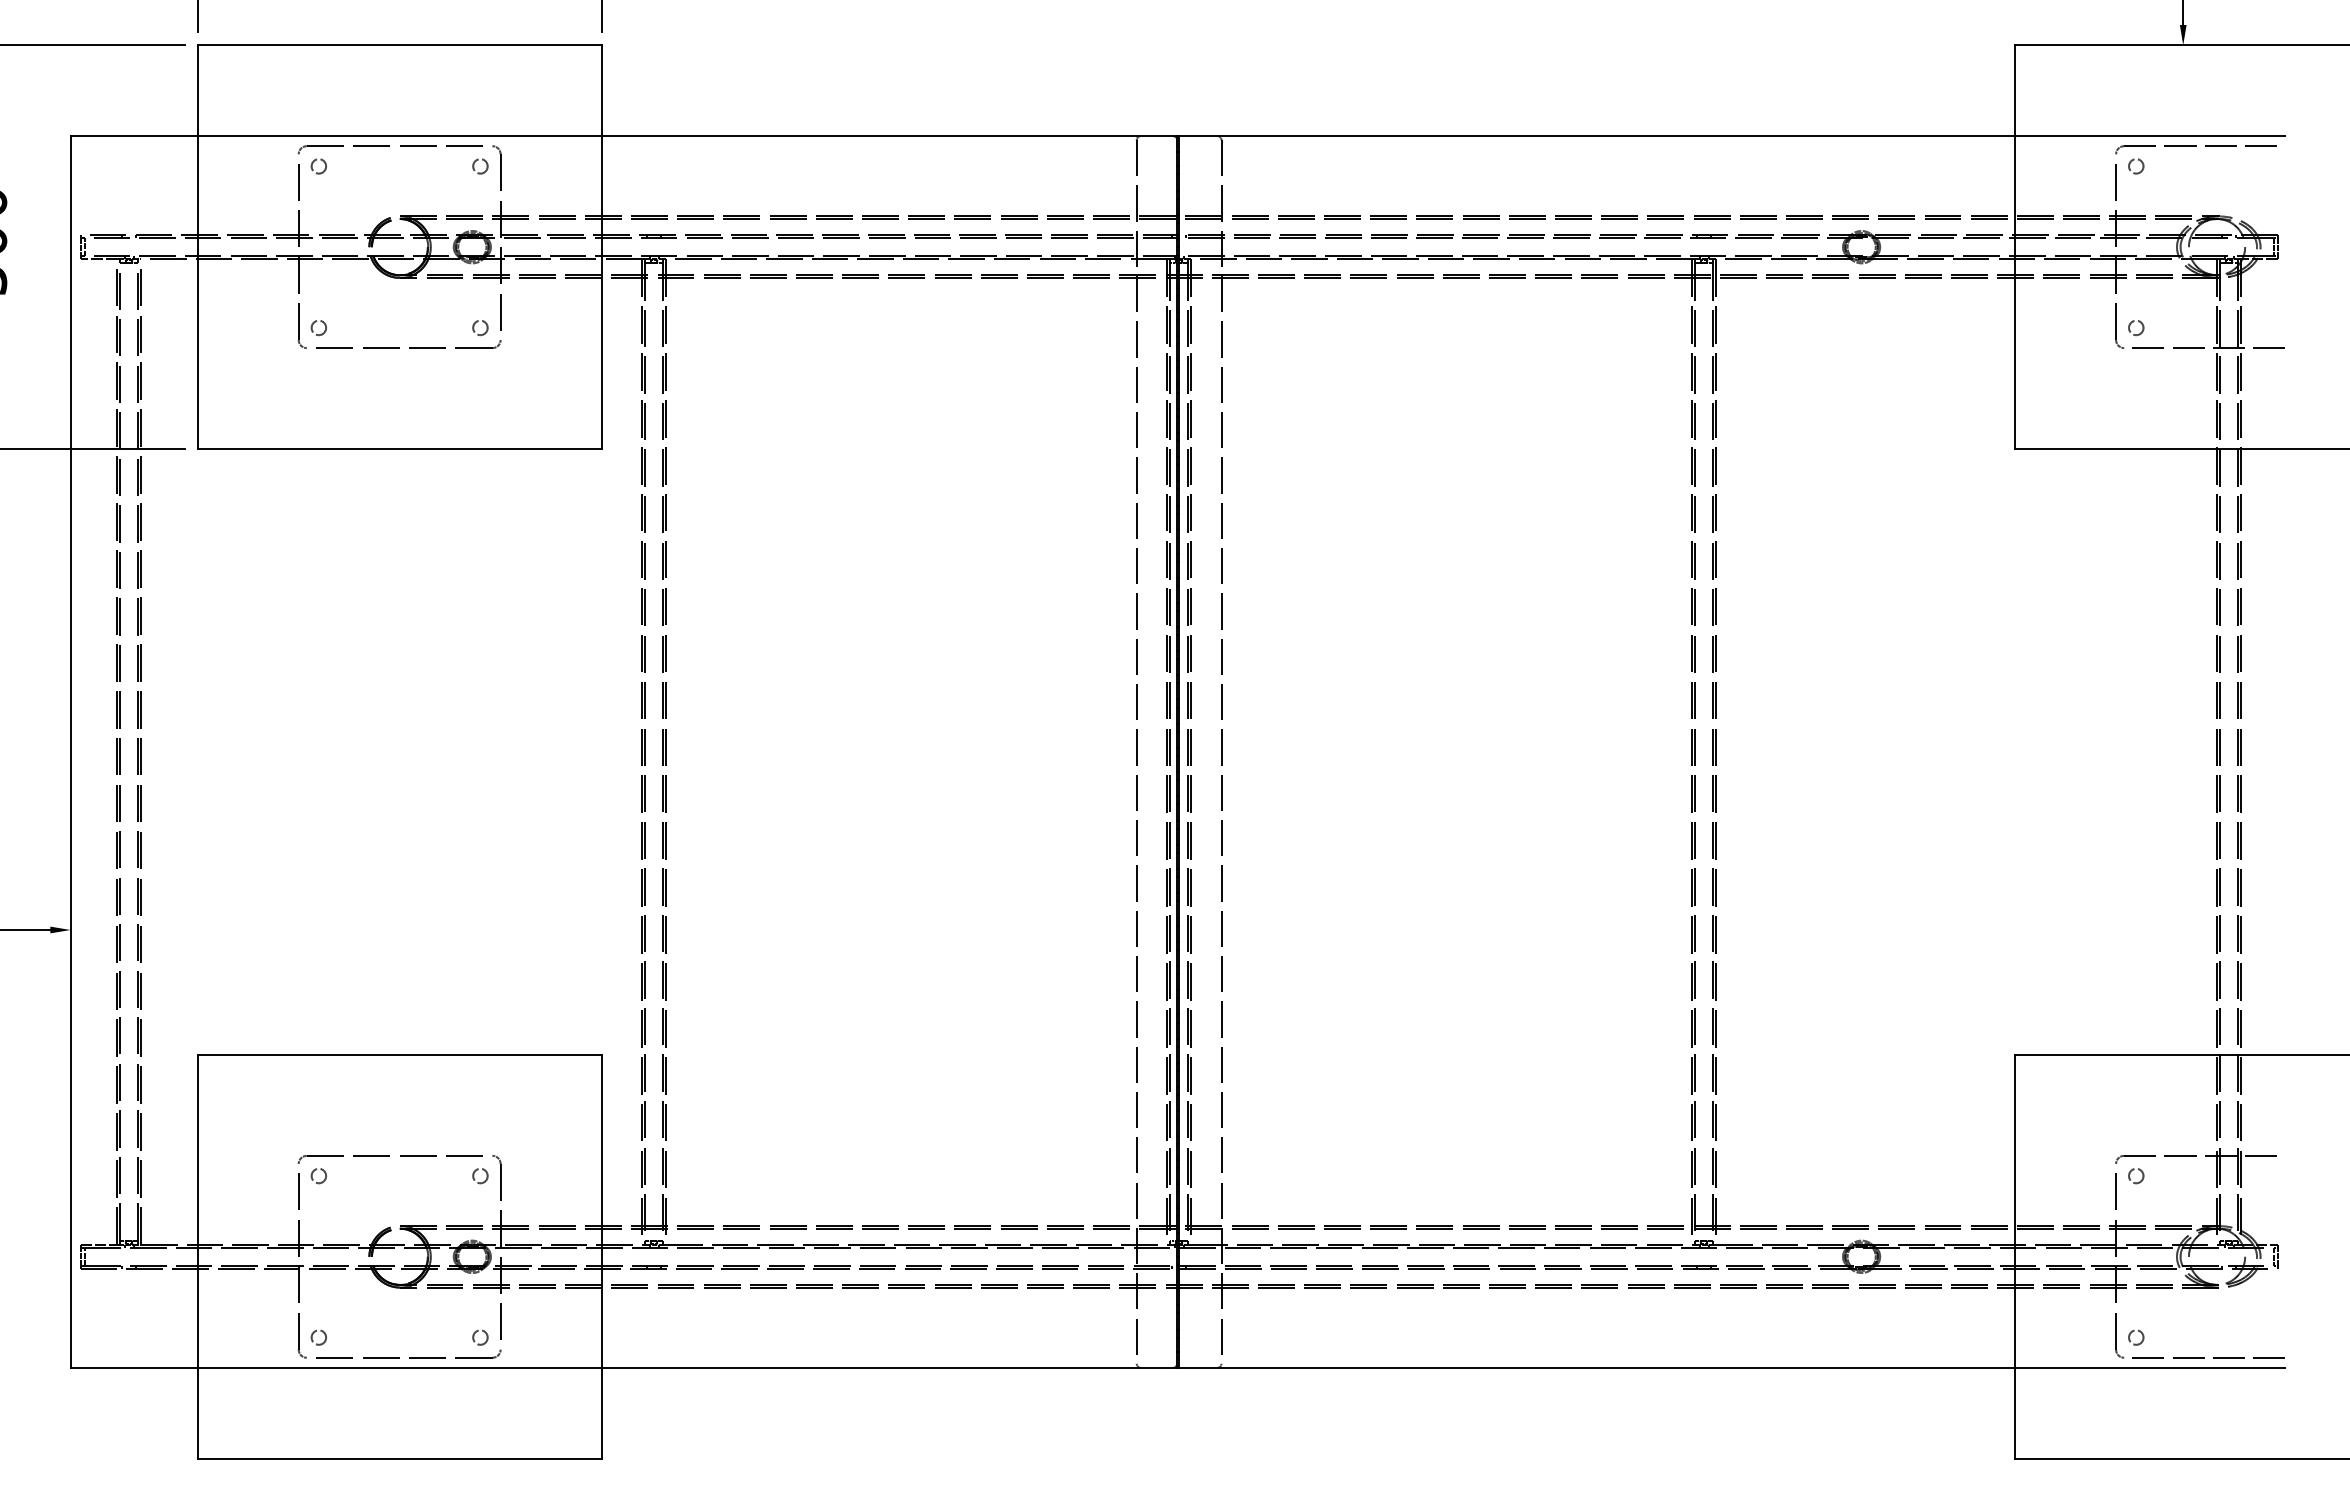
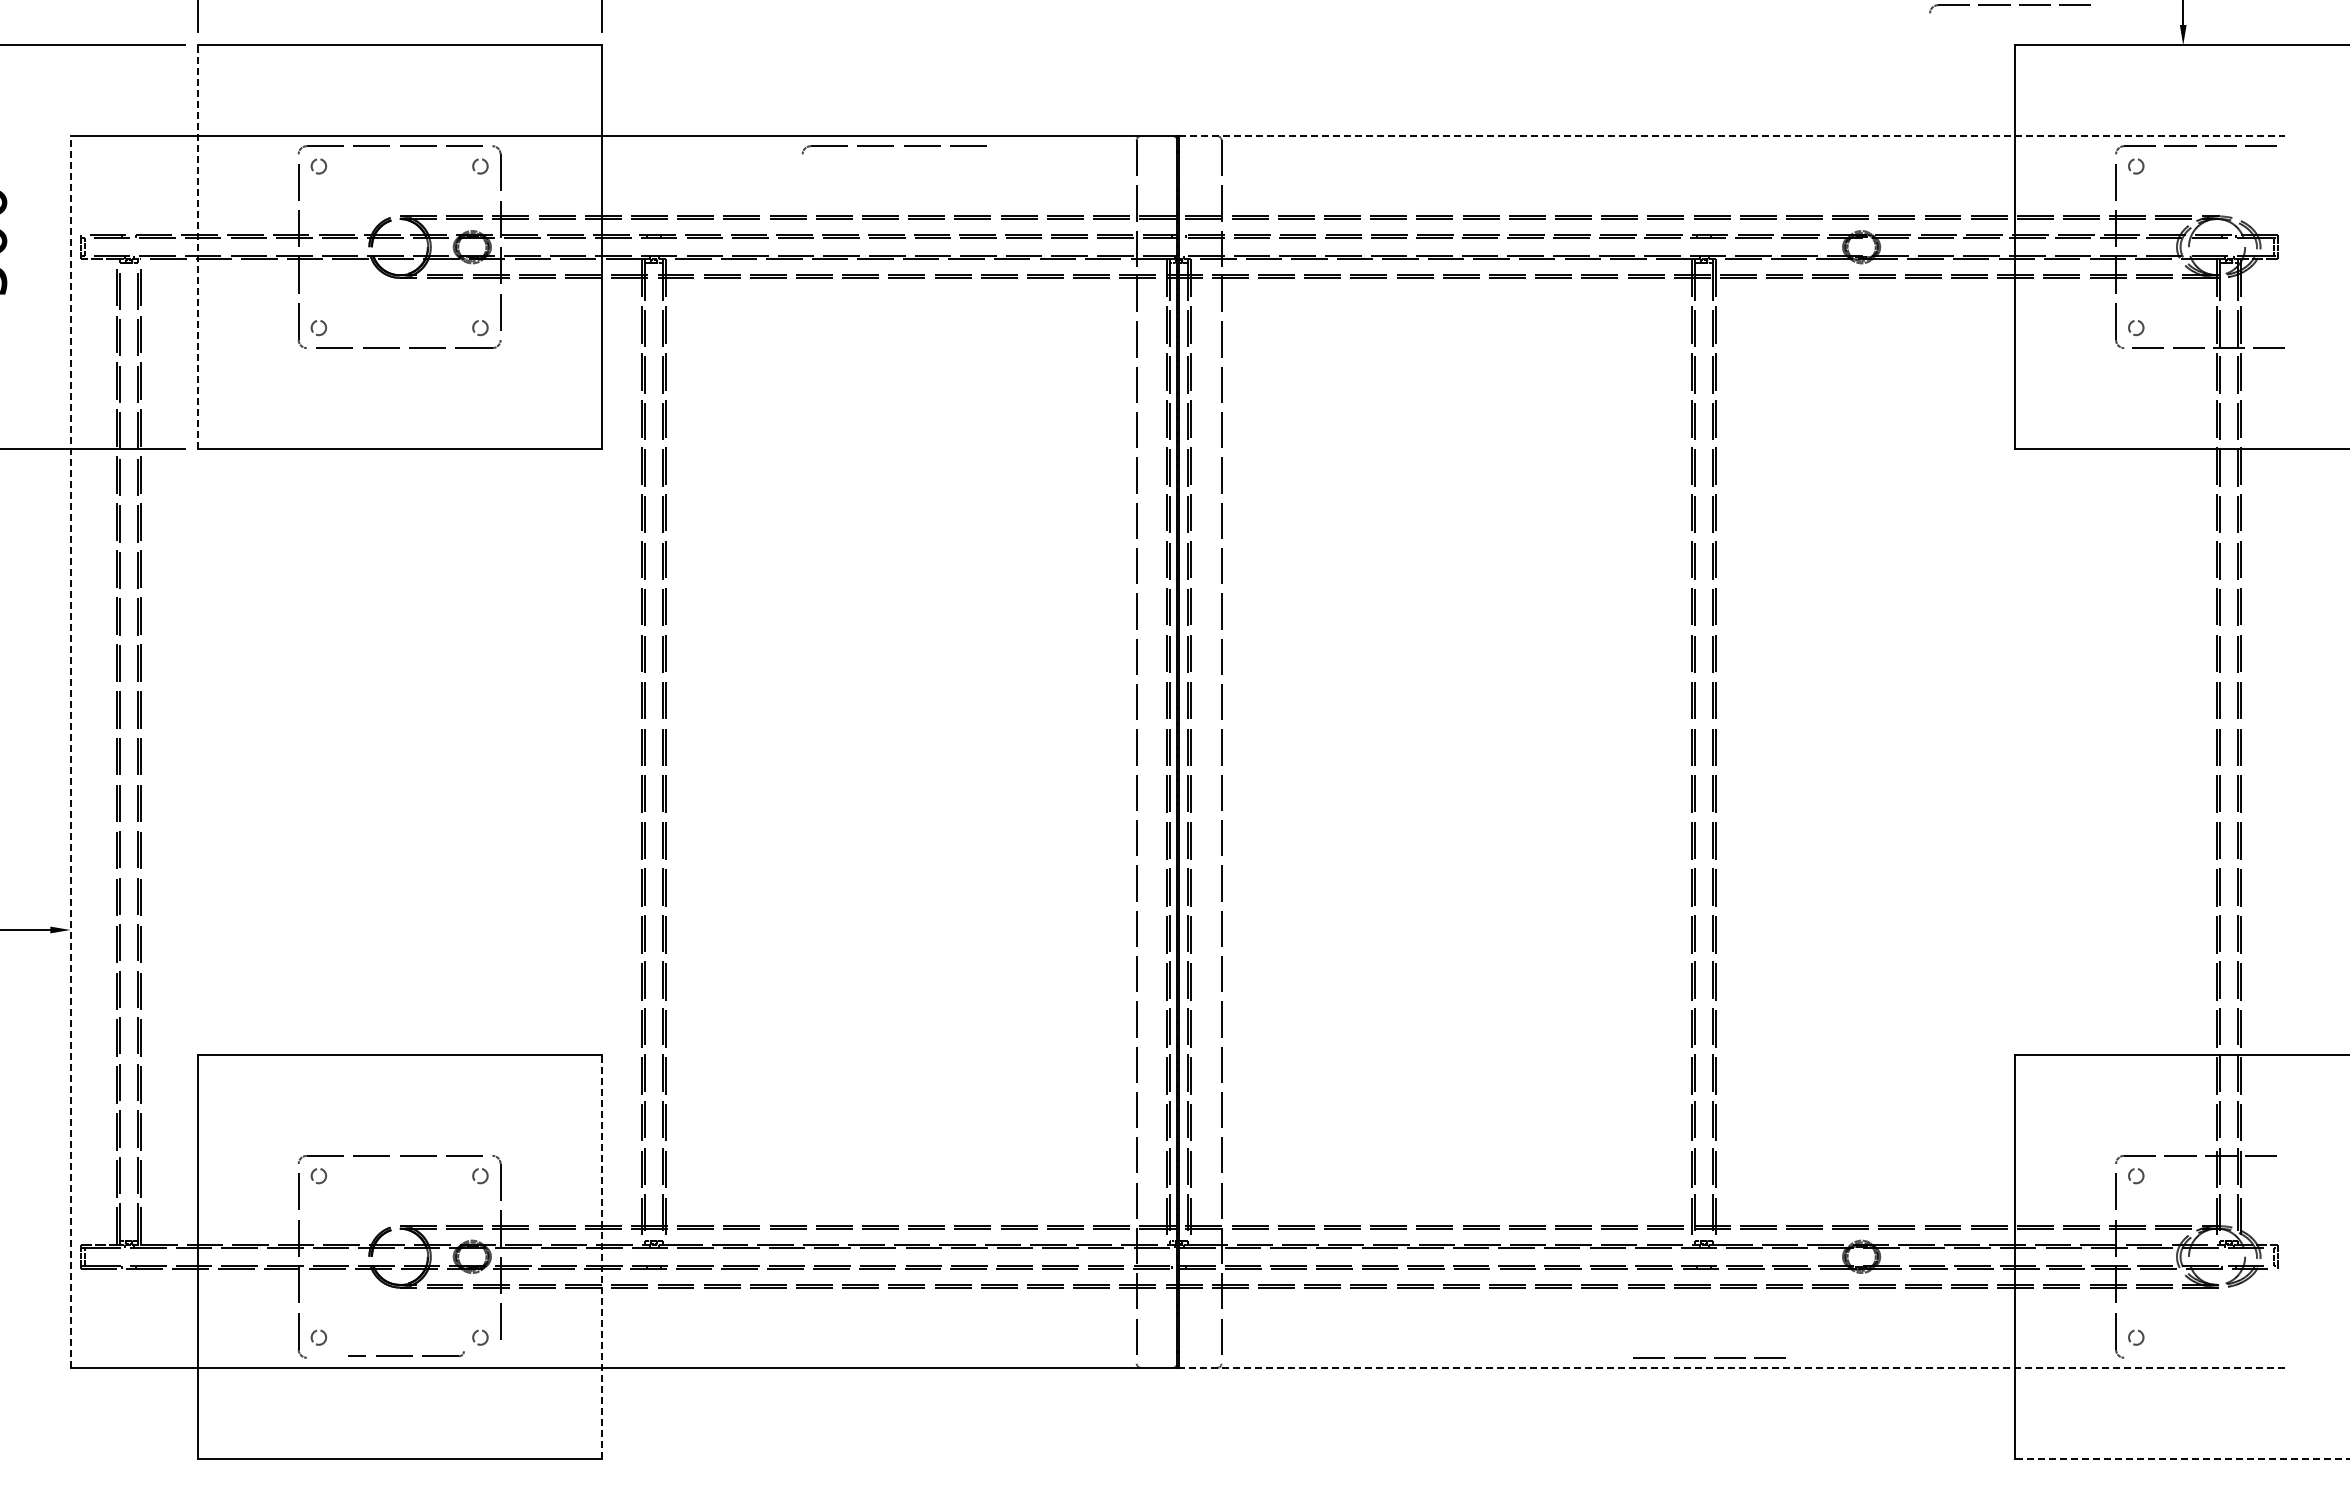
part at (2009, 8): none -> present
line at (1732, 136): solid -> dashed
part at (893, 149): none -> present
line at (198, 247): solid -> dashed
line at (70, 751): solid -> dashed
line at (601, 1256): solid -> dashed
part at (408, 1353) size: 186x10 px -> 117x7 px
line at (2204, 1357) position: (2204, 1357) -> (1705, 1357)
line at (1731, 1367): solid -> dashed
line at (2182, 1458): solid -> dashed
